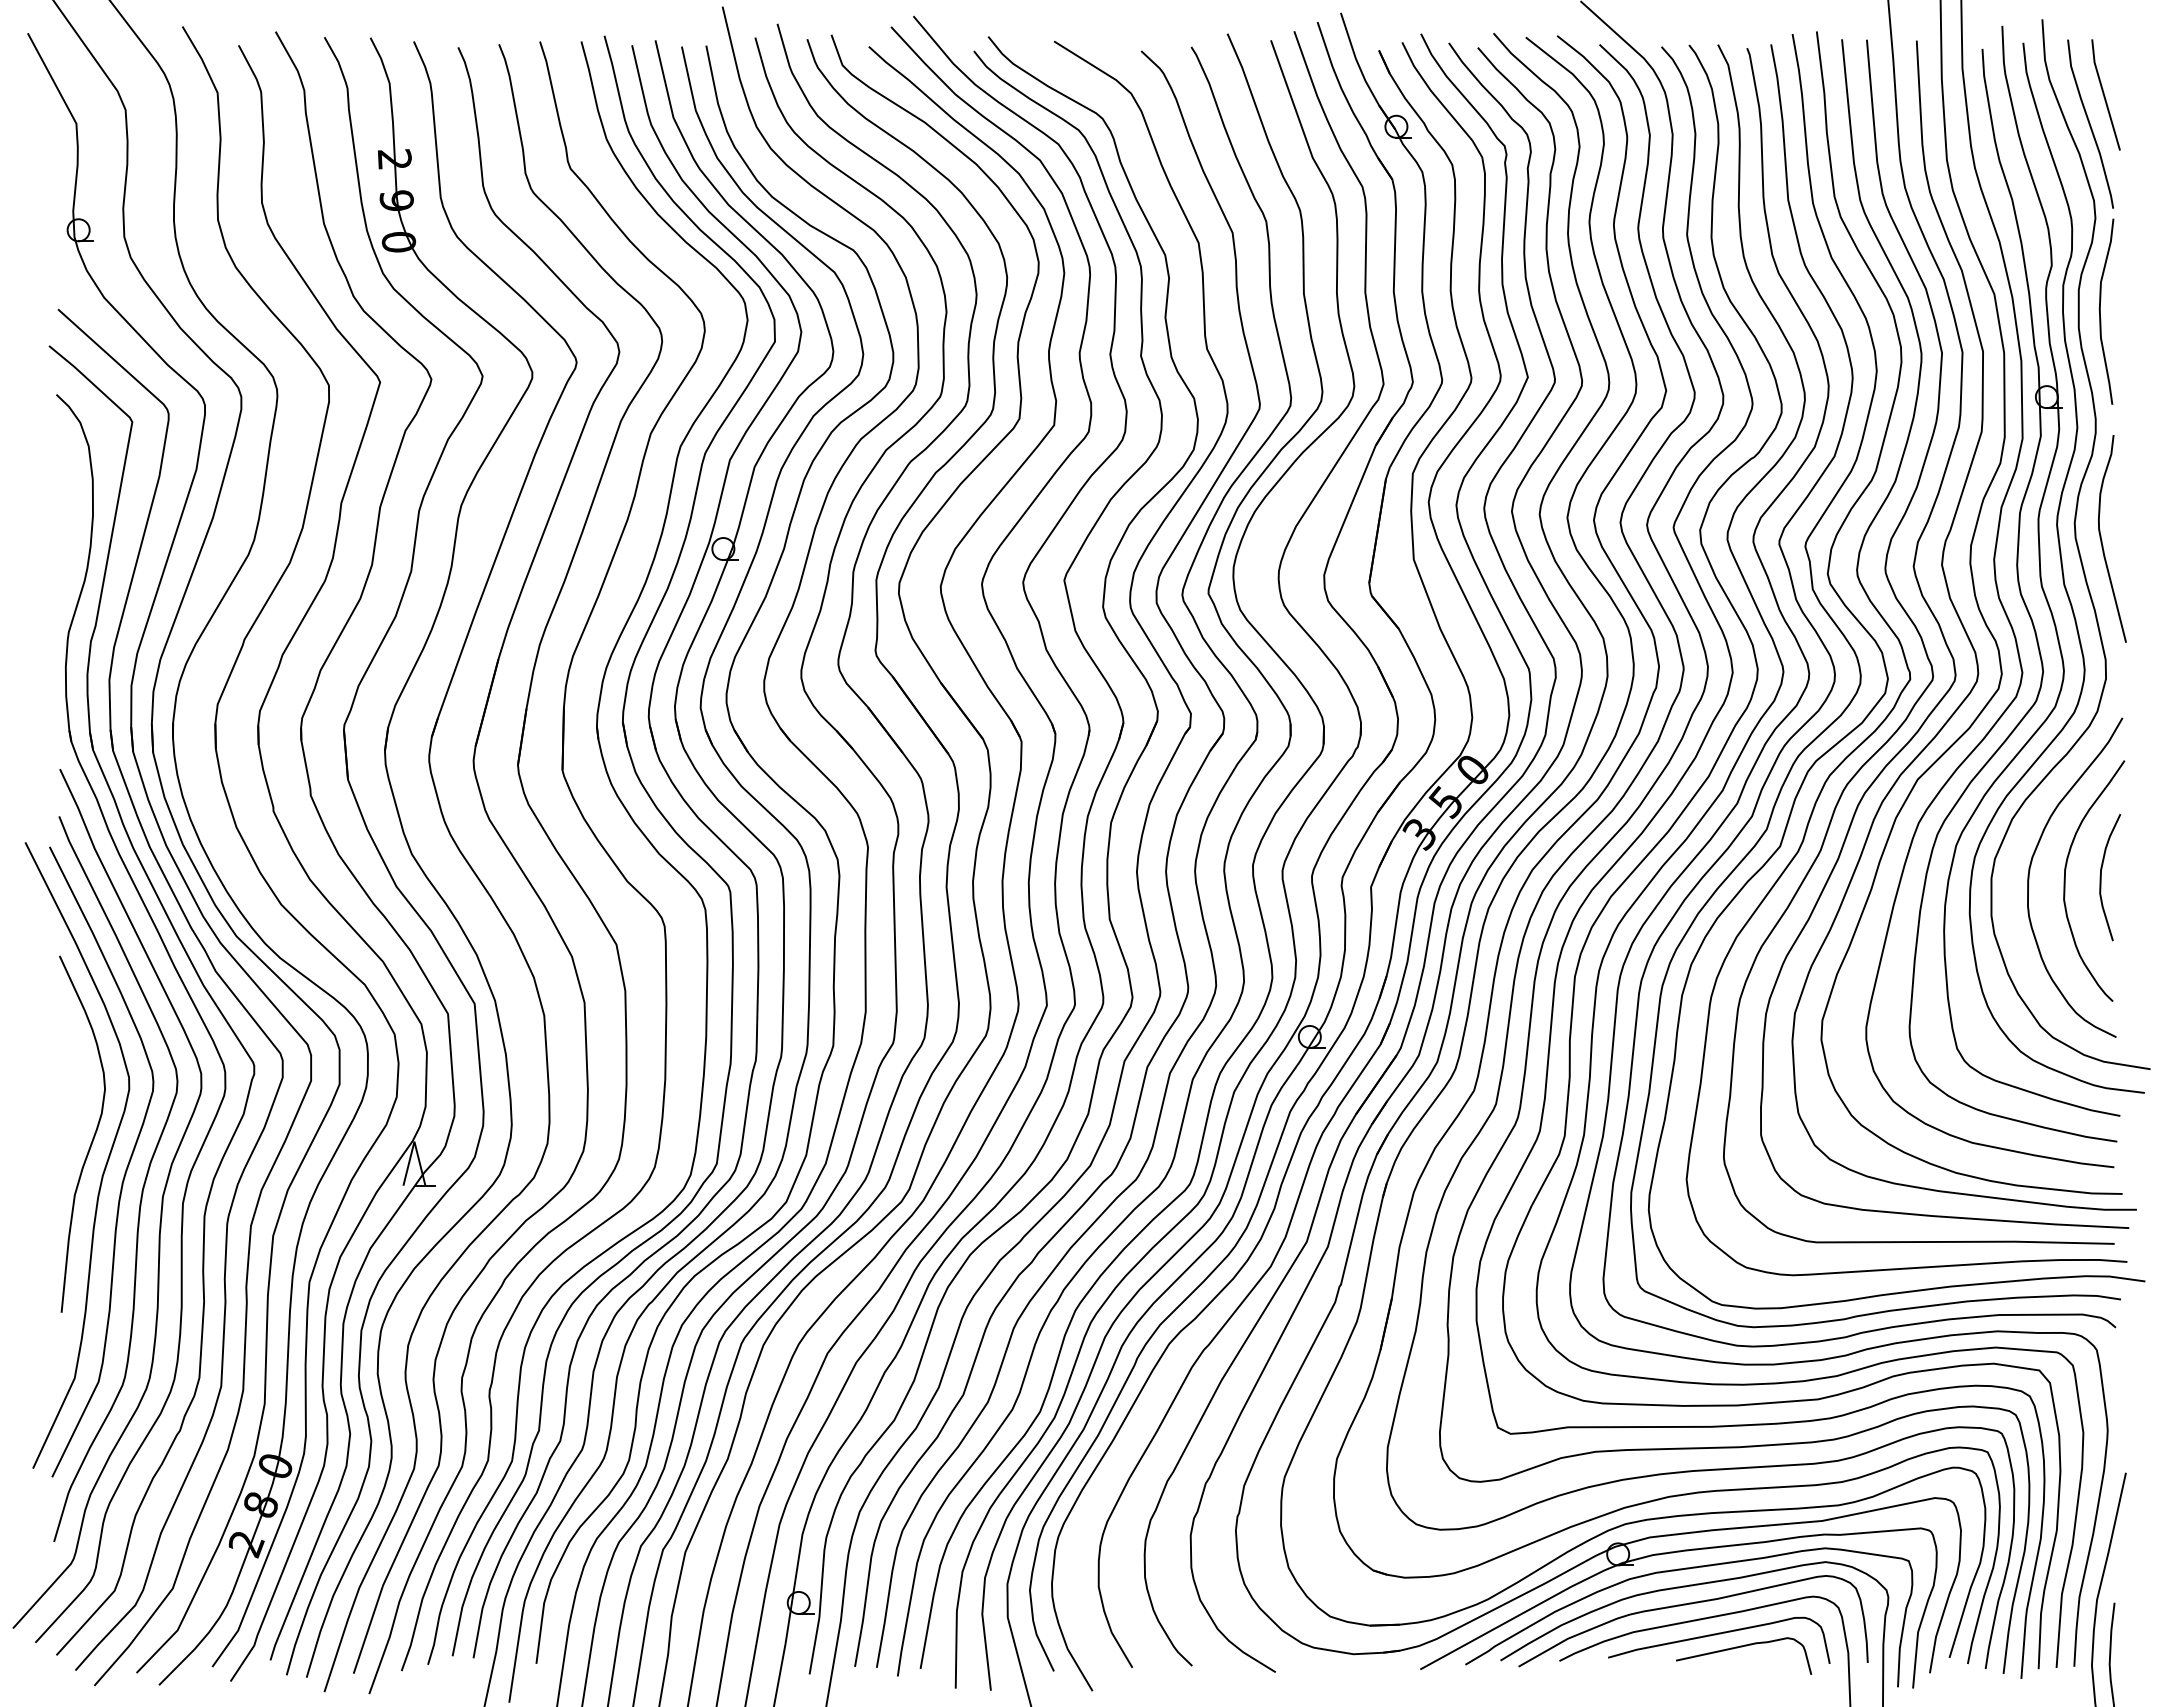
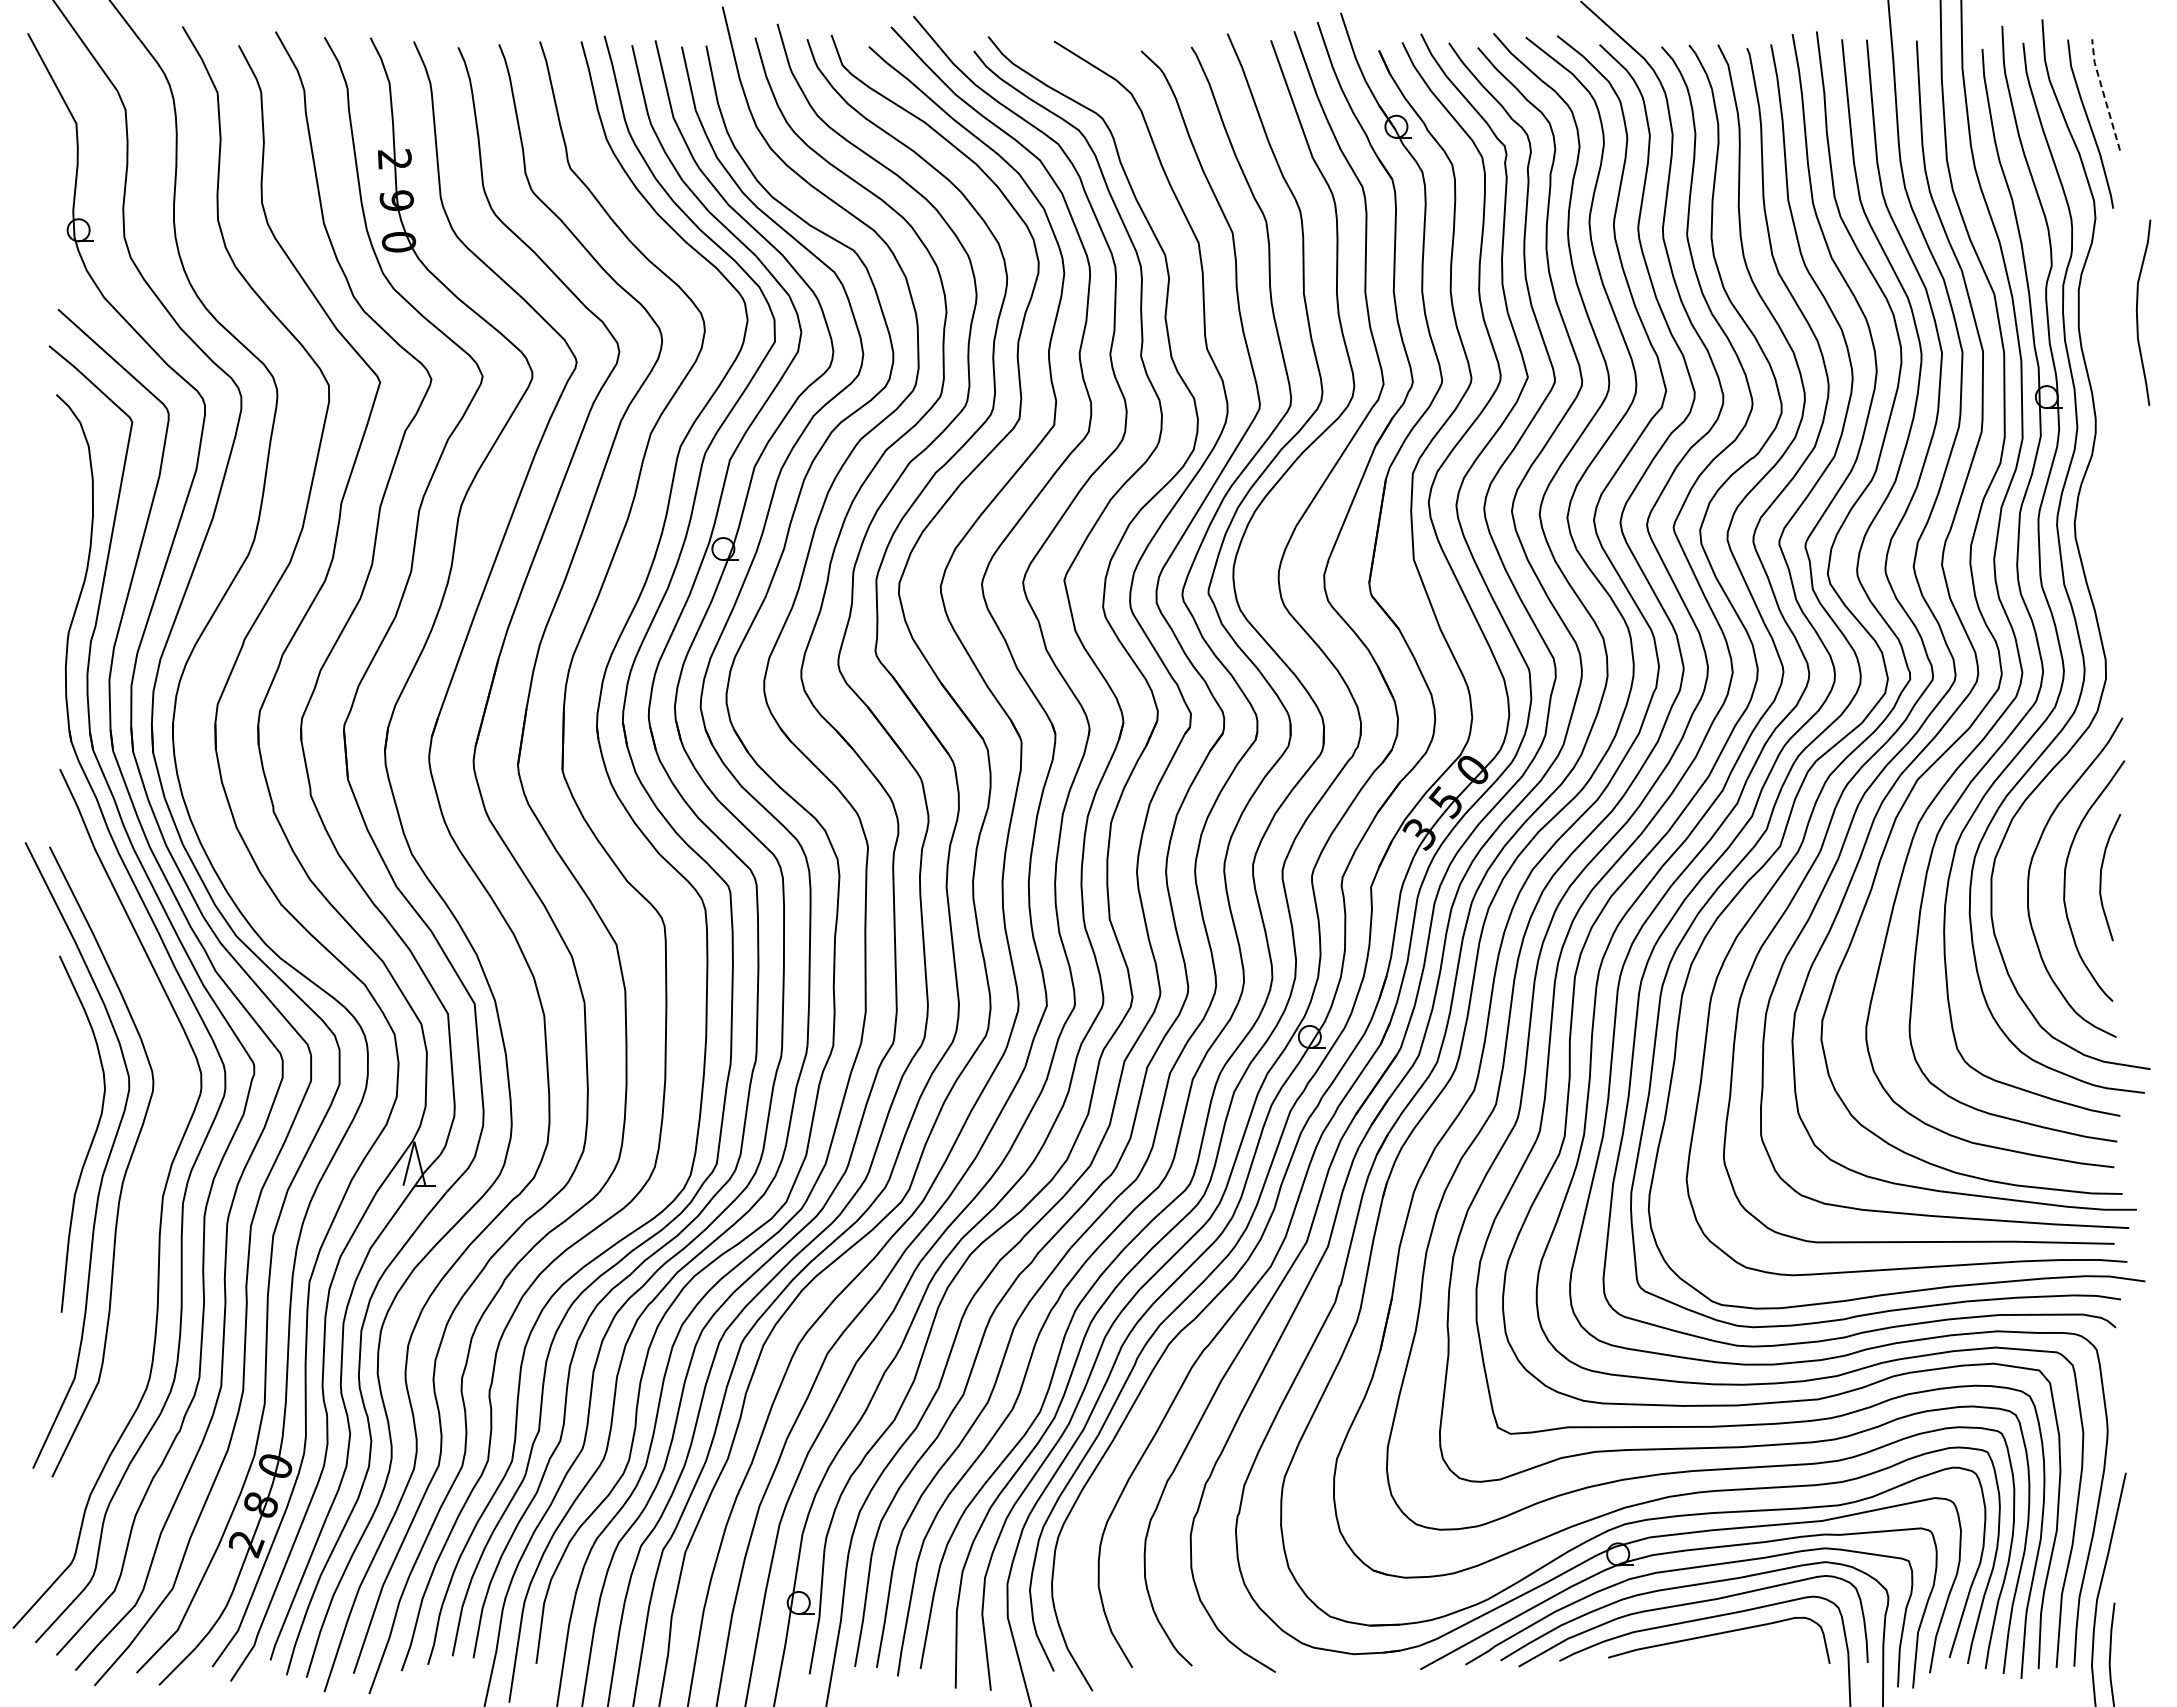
line at (2103, 94): solid -> dashed
curve at (2100, 311) position: (2100, 311) -> (2137, 312)
curve at (2102, 540): present -> none
curve at (142, 1186): present -> none
curve at (1742, 1647): present -> none
